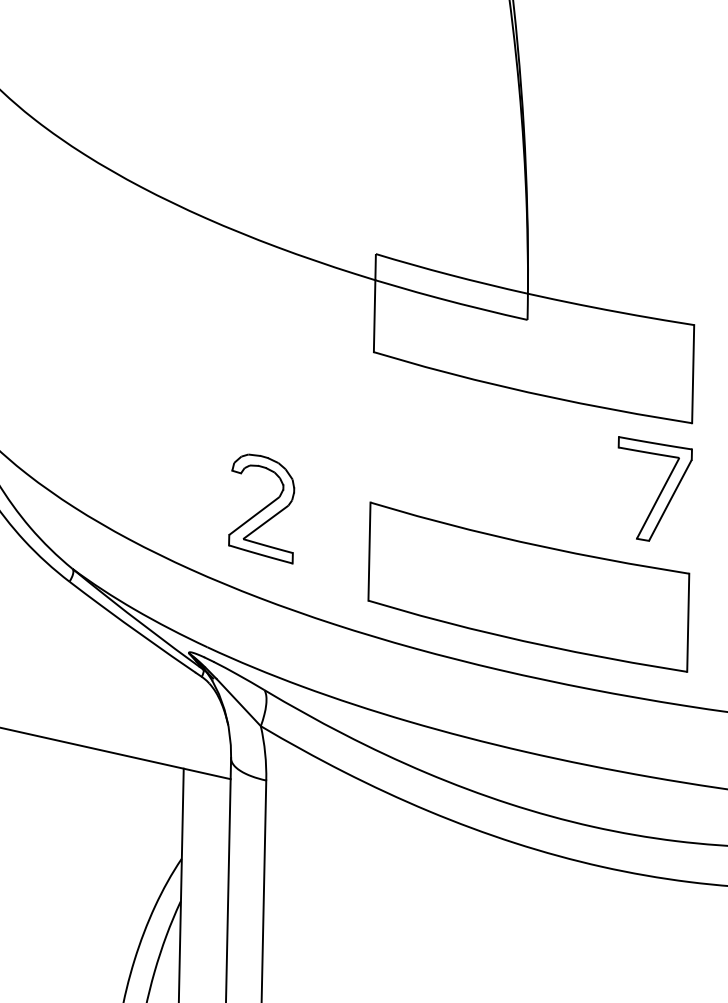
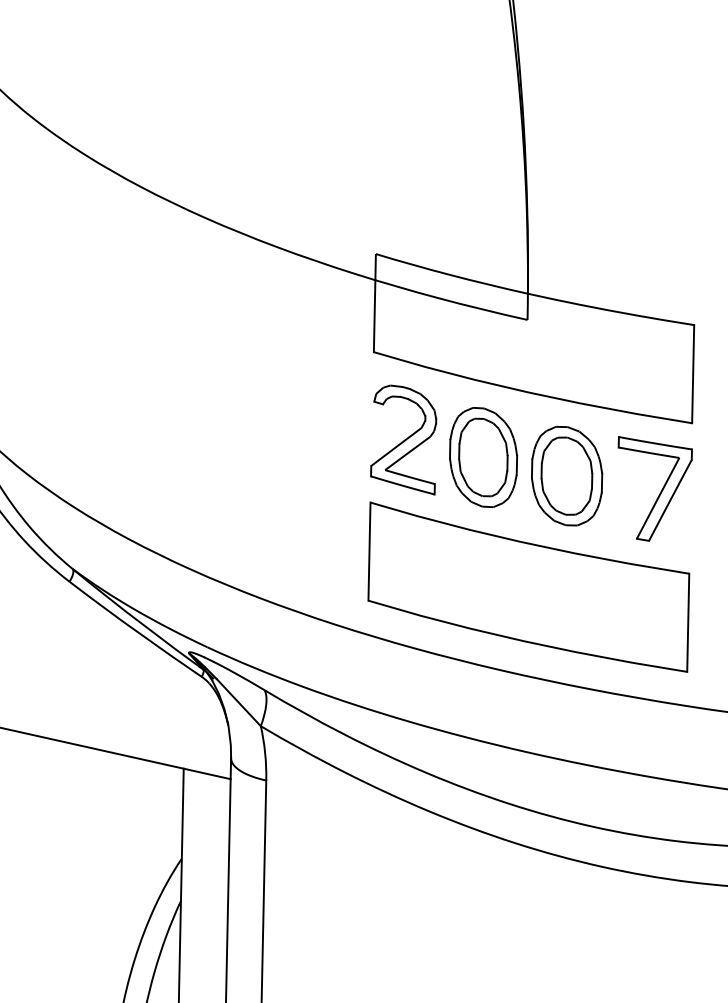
part at (483, 457): none -> present
part at (567, 476): none -> present
part at (261, 508) position: (261, 508) -> (403, 439)
